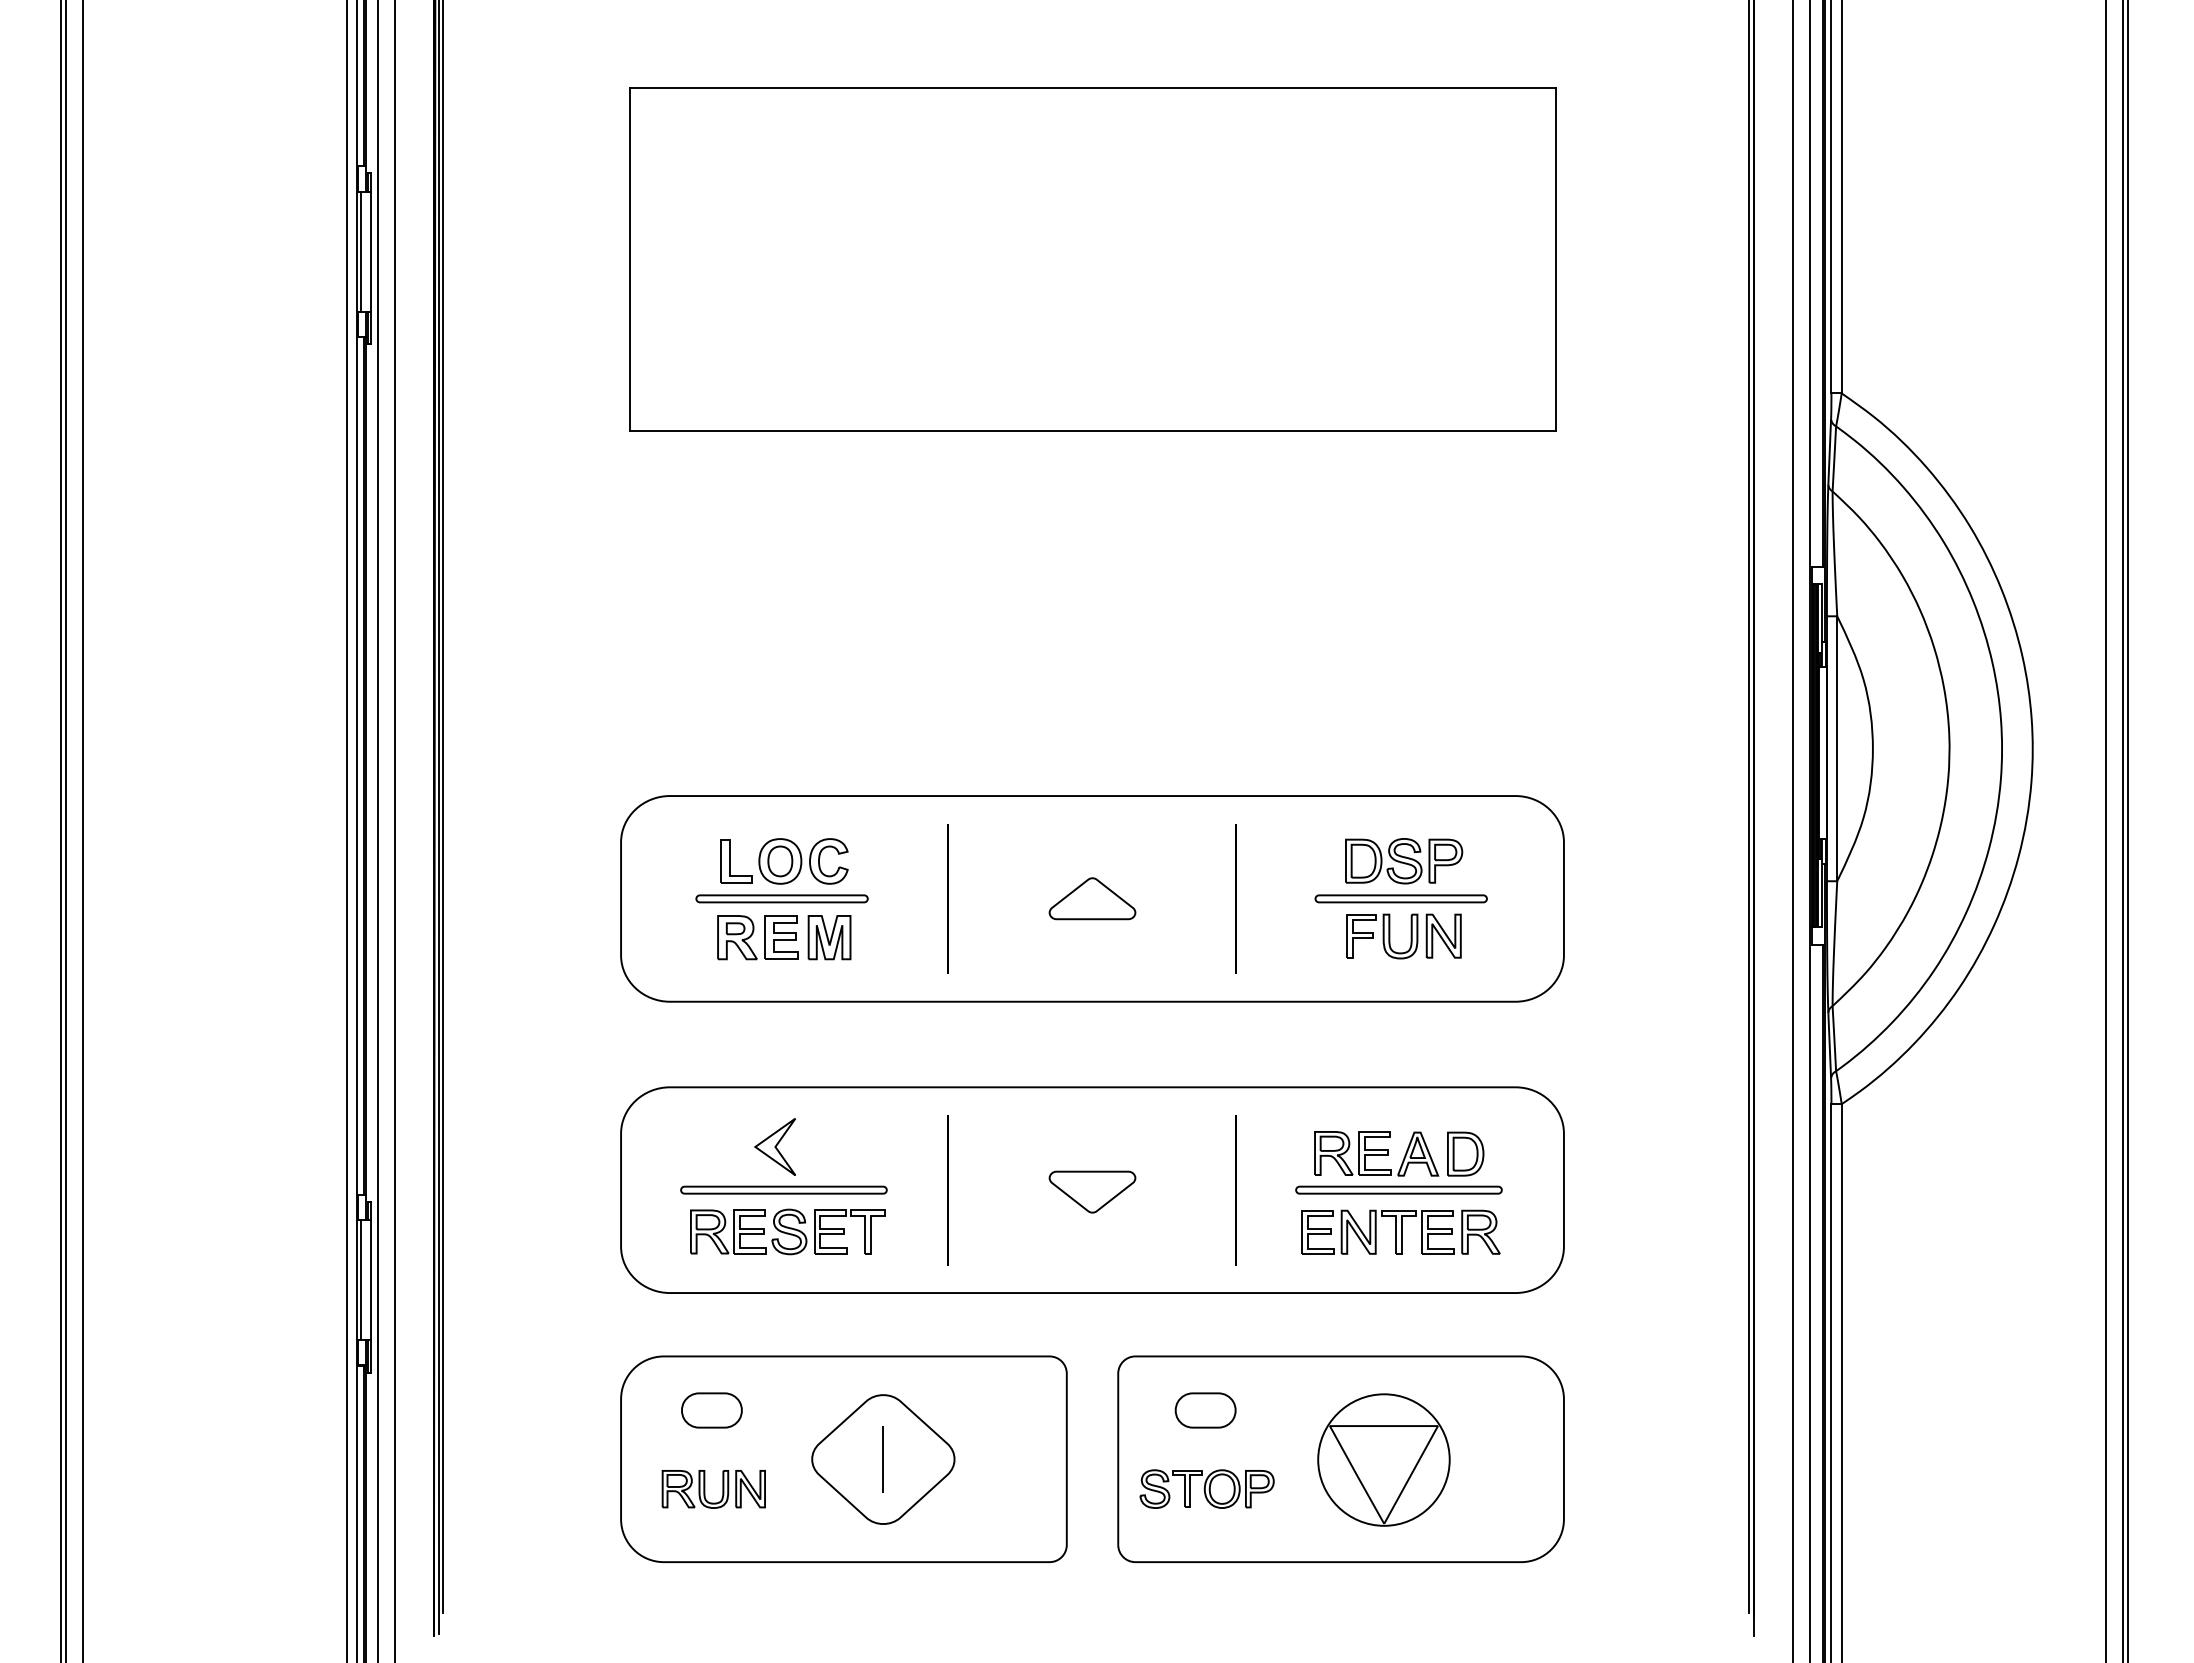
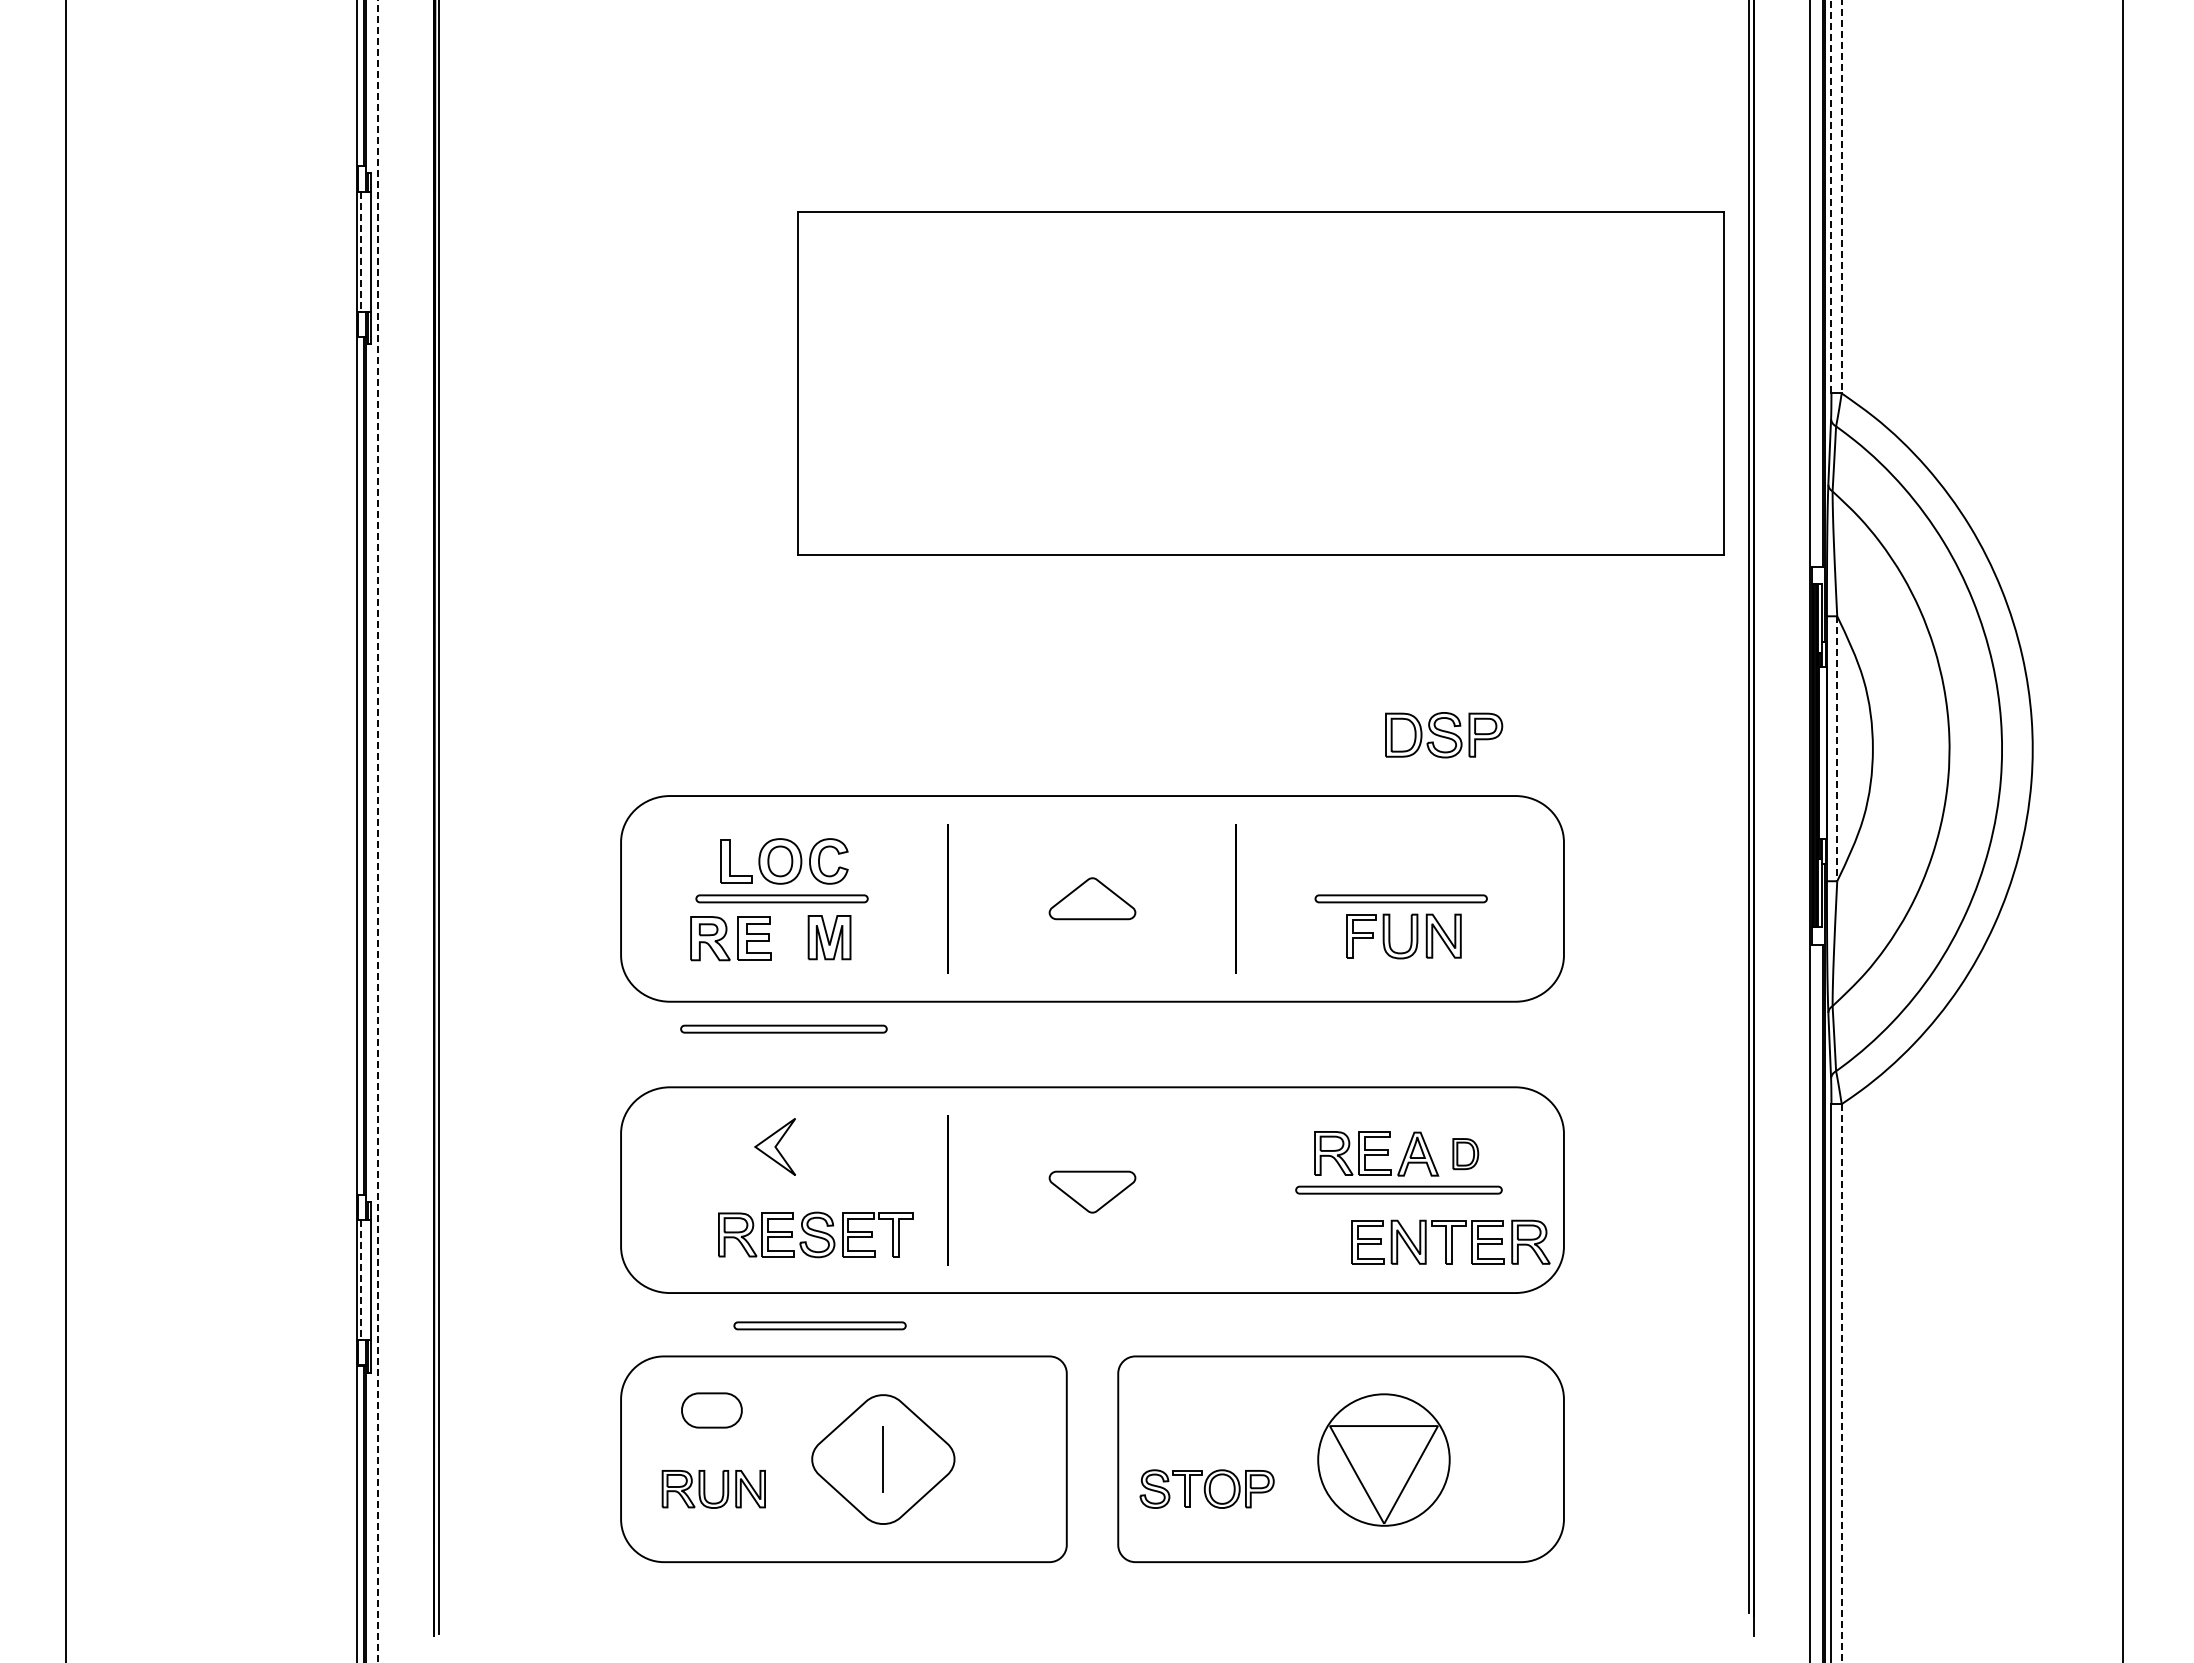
line at (1831, 196): solid -> dashed
line at (1841, 197): solid -> dashed
line at (361, 252): solid -> dashed
part at (1092, 259) position: (1092, 259) -> (1260, 383)
line at (1837, 749): solid -> dashed
line at (443, 807): present -> none
line at (60, 830): present -> none
line at (82, 830): present -> none
line at (347, 830): present -> none
line at (395, 830): present -> none
line at (1793, 830): present -> none
line at (2105, 830): present -> none
line at (2128, 830): present -> none
line at (378, 831): solid -> dashed
part at (1404, 861) position: (1404, 861) -> (1444, 735)
part at (757, 937) position: (757, 937) -> (730, 938)
part at (1465, 1153) size: 38x46 px -> 28x33 px
part at (783, 1189) position: (783, 1189) -> (783, 1028)
line at (1235, 1190): present -> none
part at (787, 1231) position: (787, 1231) -> (815, 1234)
part at (1400, 1231) position: (1400, 1231) -> (1450, 1241)
line at (361, 1280): solid -> dashed
part at (819, 1325): none -> present
line at (1841, 1383): solid -> dashed
part at (1205, 1410): present -> none
